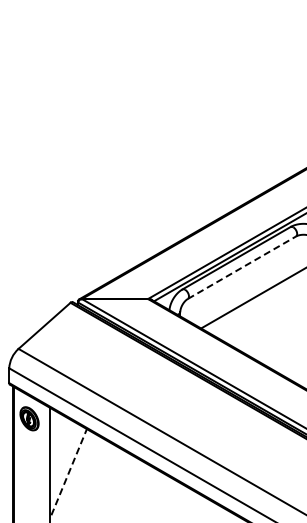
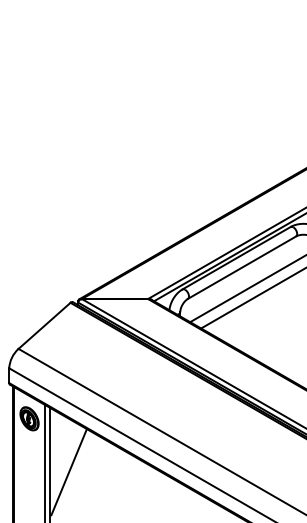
line at (242, 267): dashed -> solid
line at (246, 289): none -> present
line at (45, 462): none -> present
line at (69, 472): dashed -> solid
